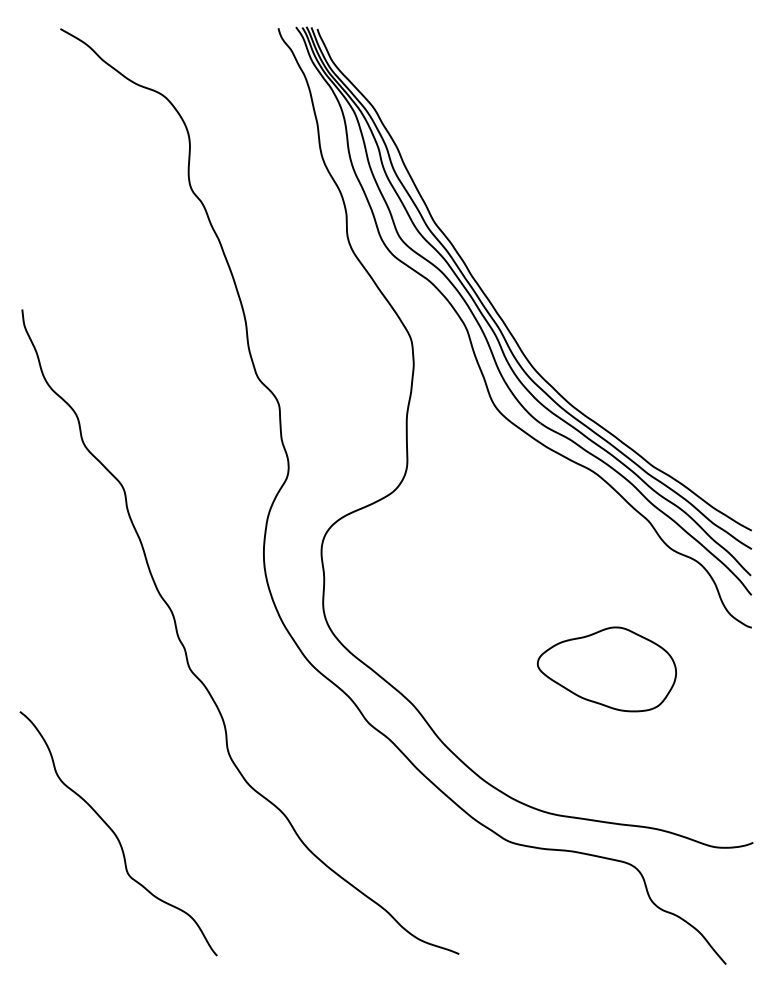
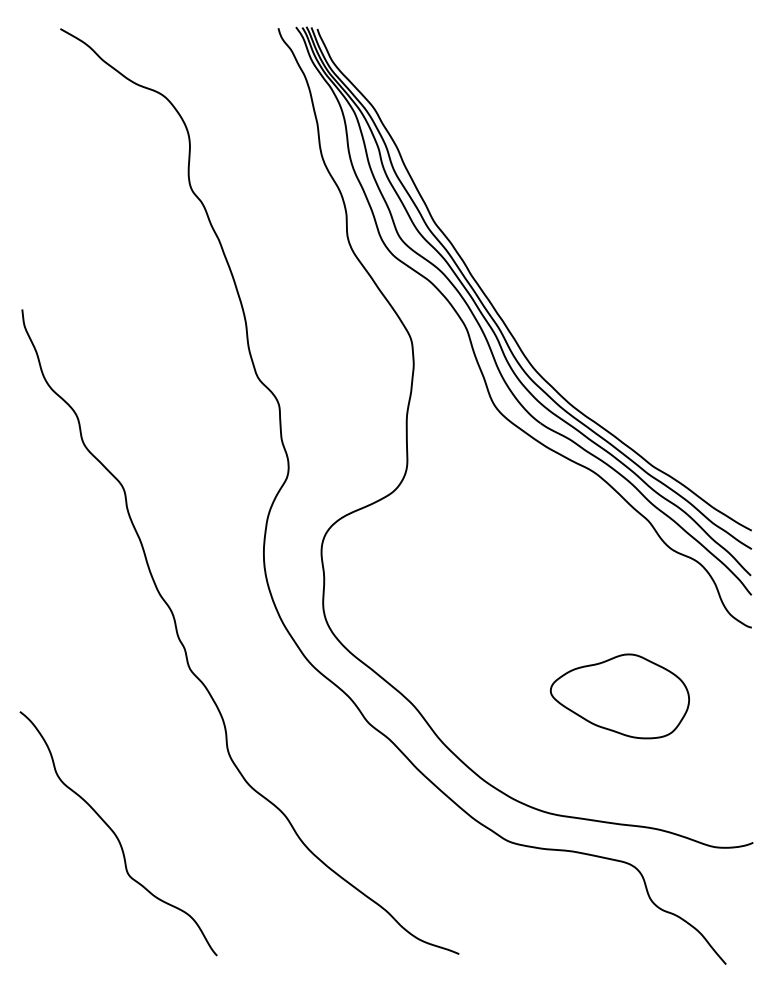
part at (606, 669) position: (606, 669) -> (619, 696)
